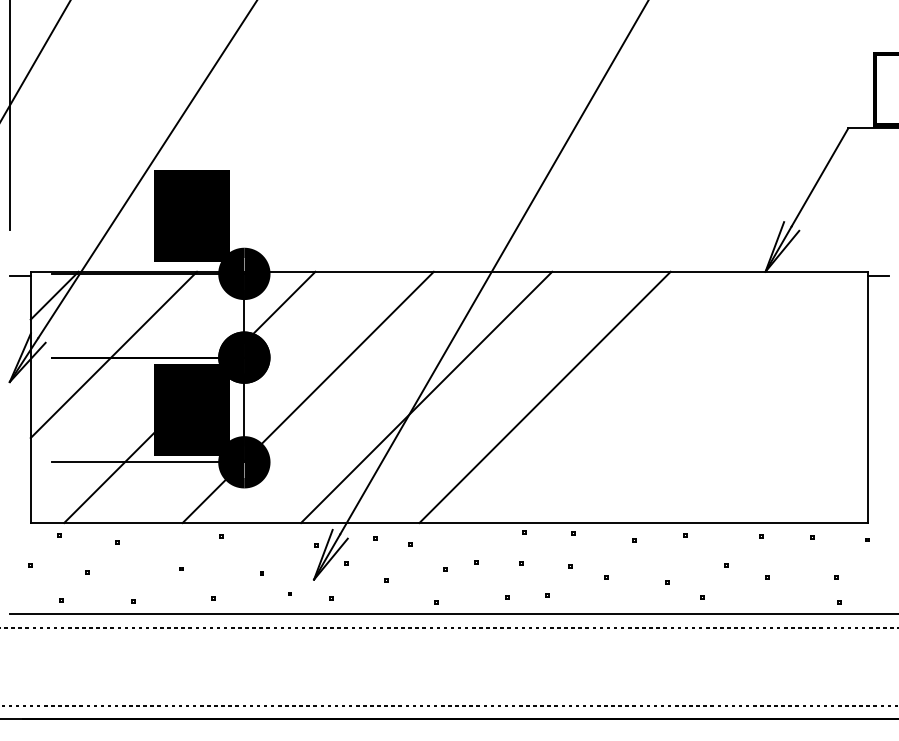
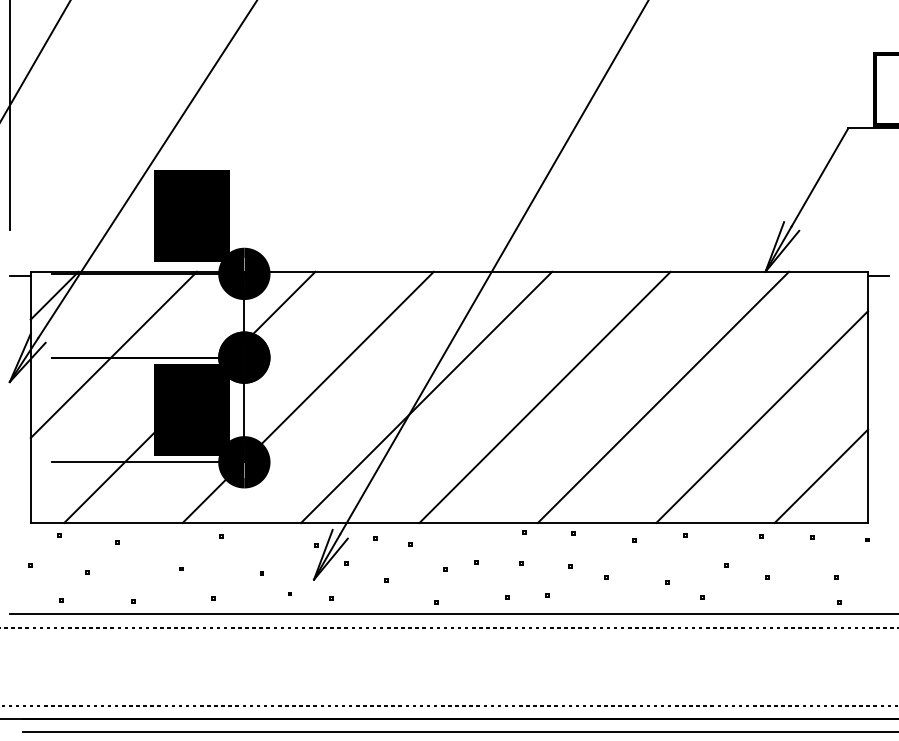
line at (663, 397): none -> present
line at (762, 417): none -> present
line at (821, 476): none -> present
line at (459, 732): none -> present
